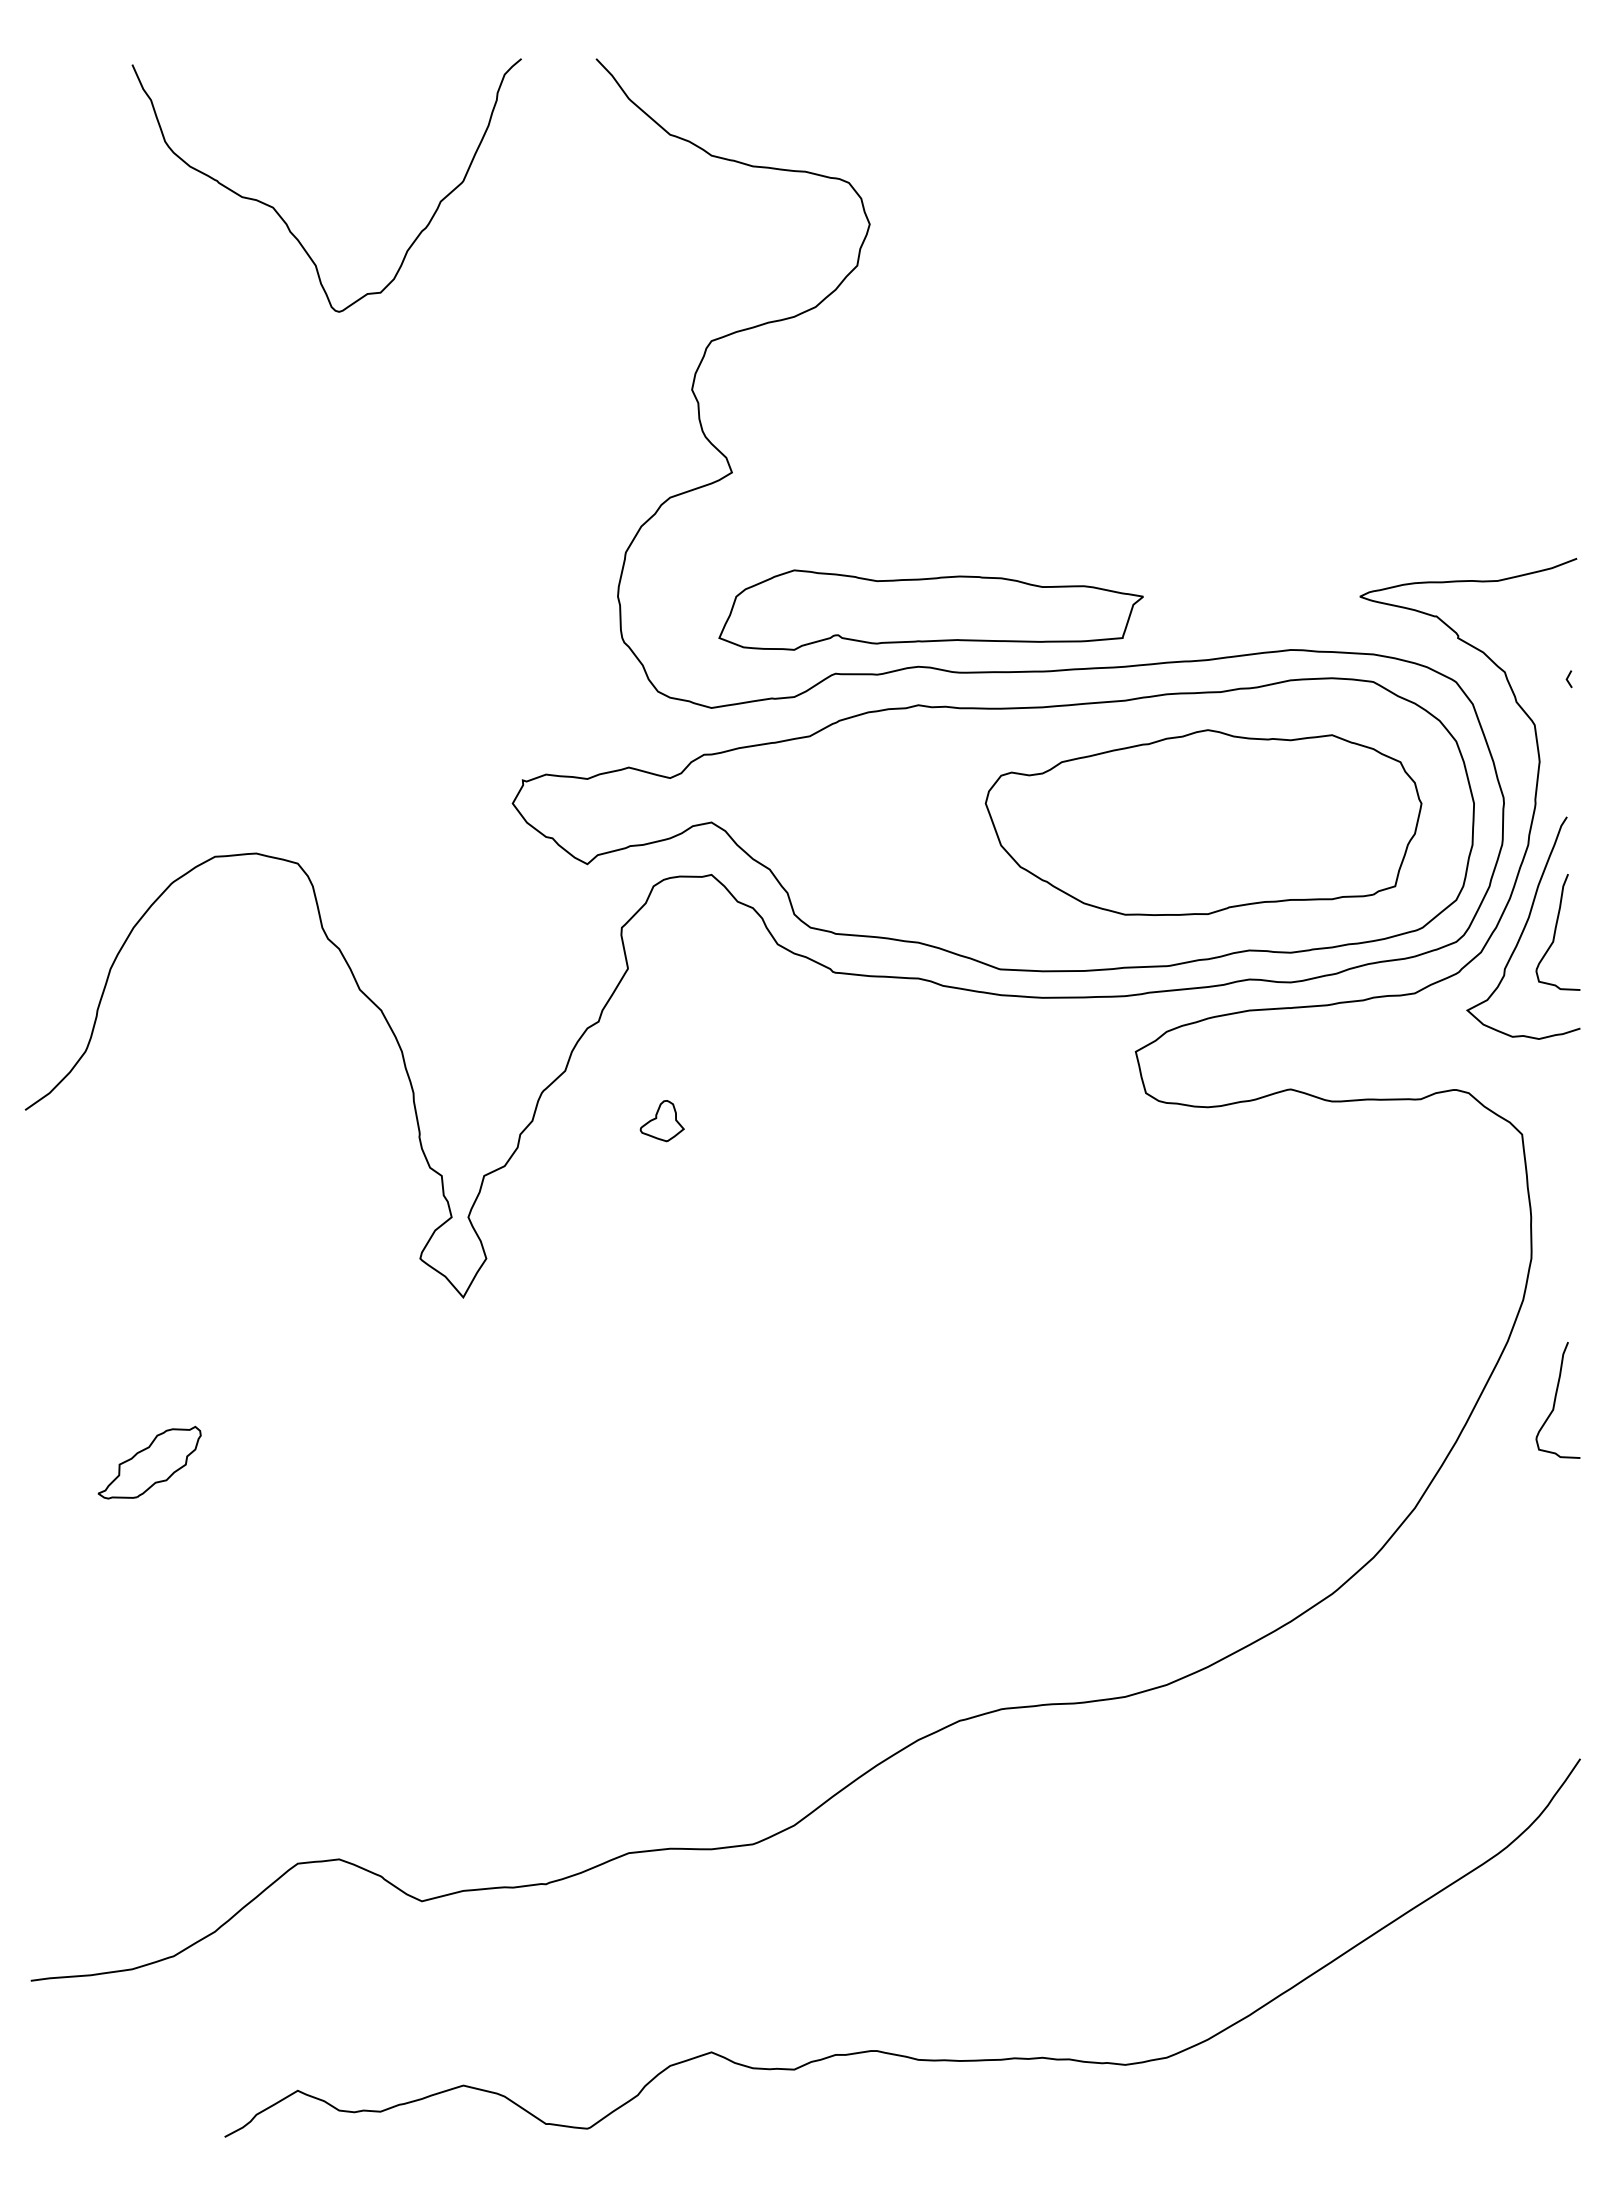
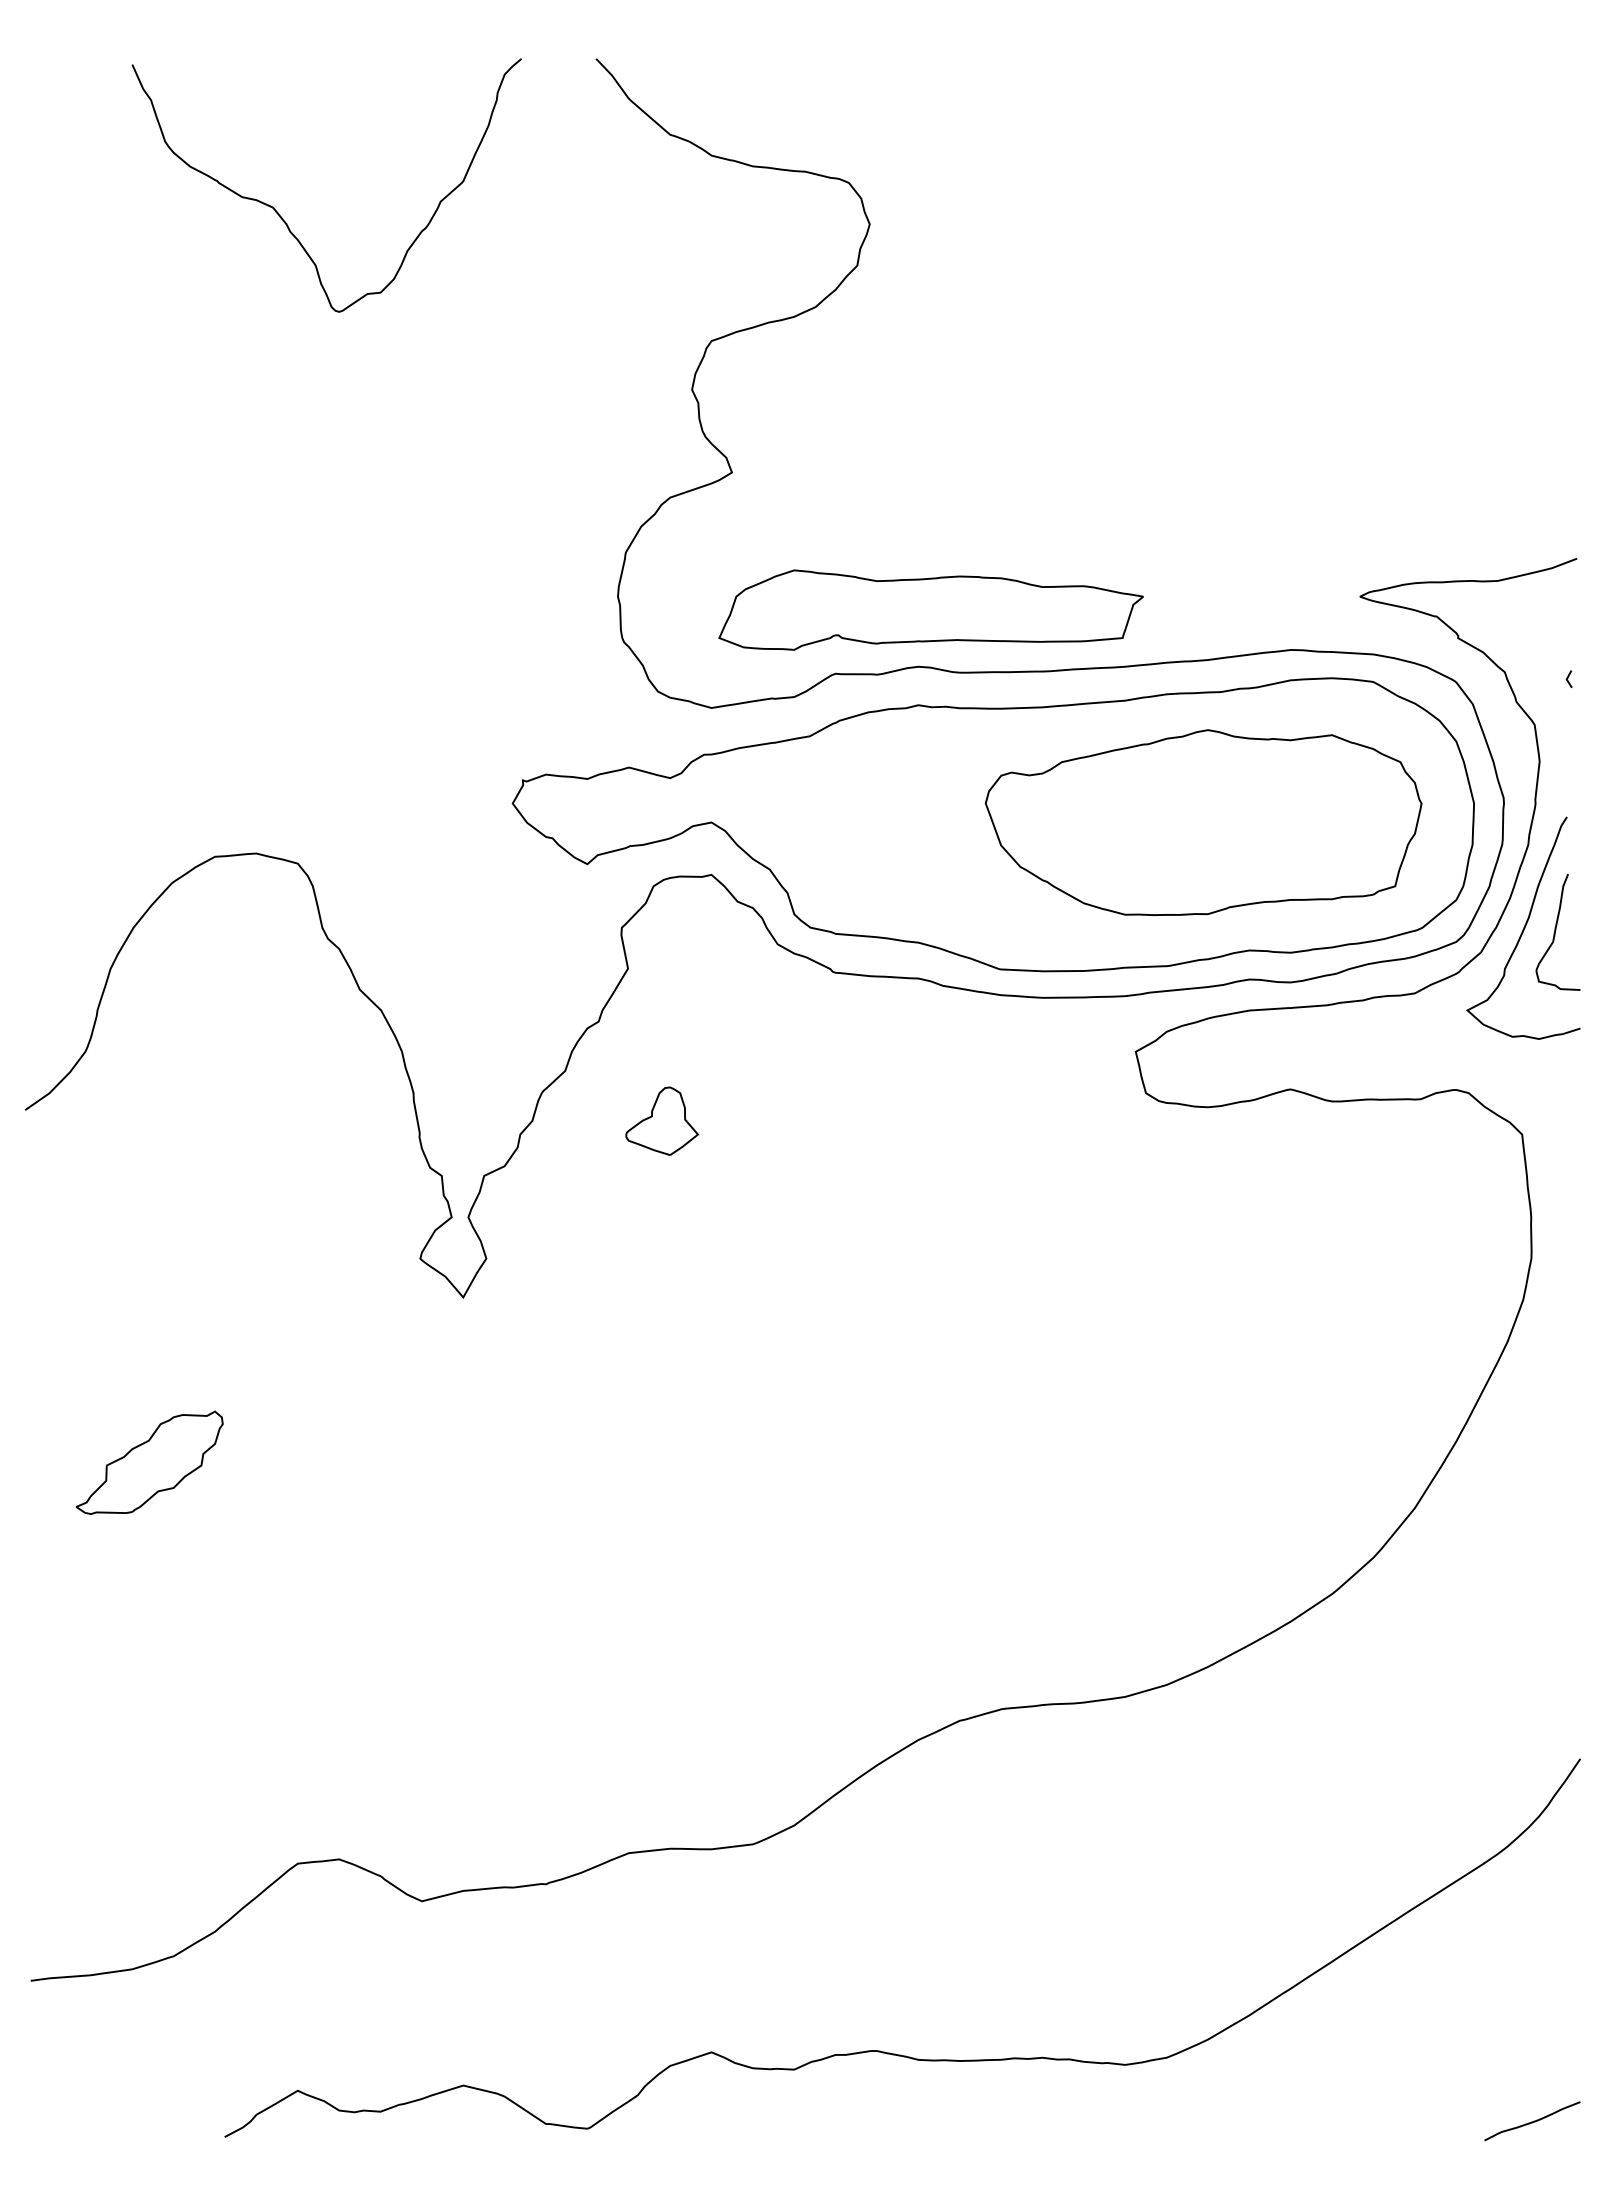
part at (661, 1121) size: 46x43 px -> 75x70 px
curve at (1555, 1400): present -> none
part at (149, 1462) size: 105x75 px -> 149x105 px
curve at (1532, 2121): none -> present
